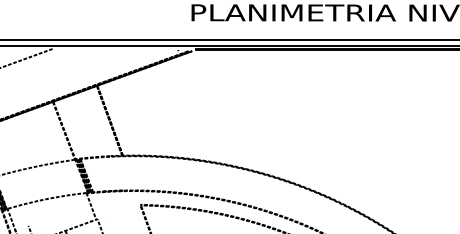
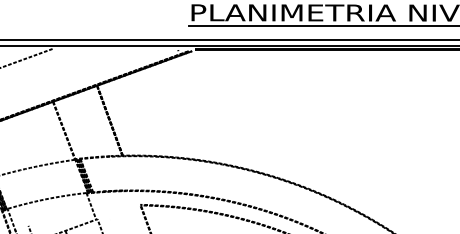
line at (322, 26): none -> present
